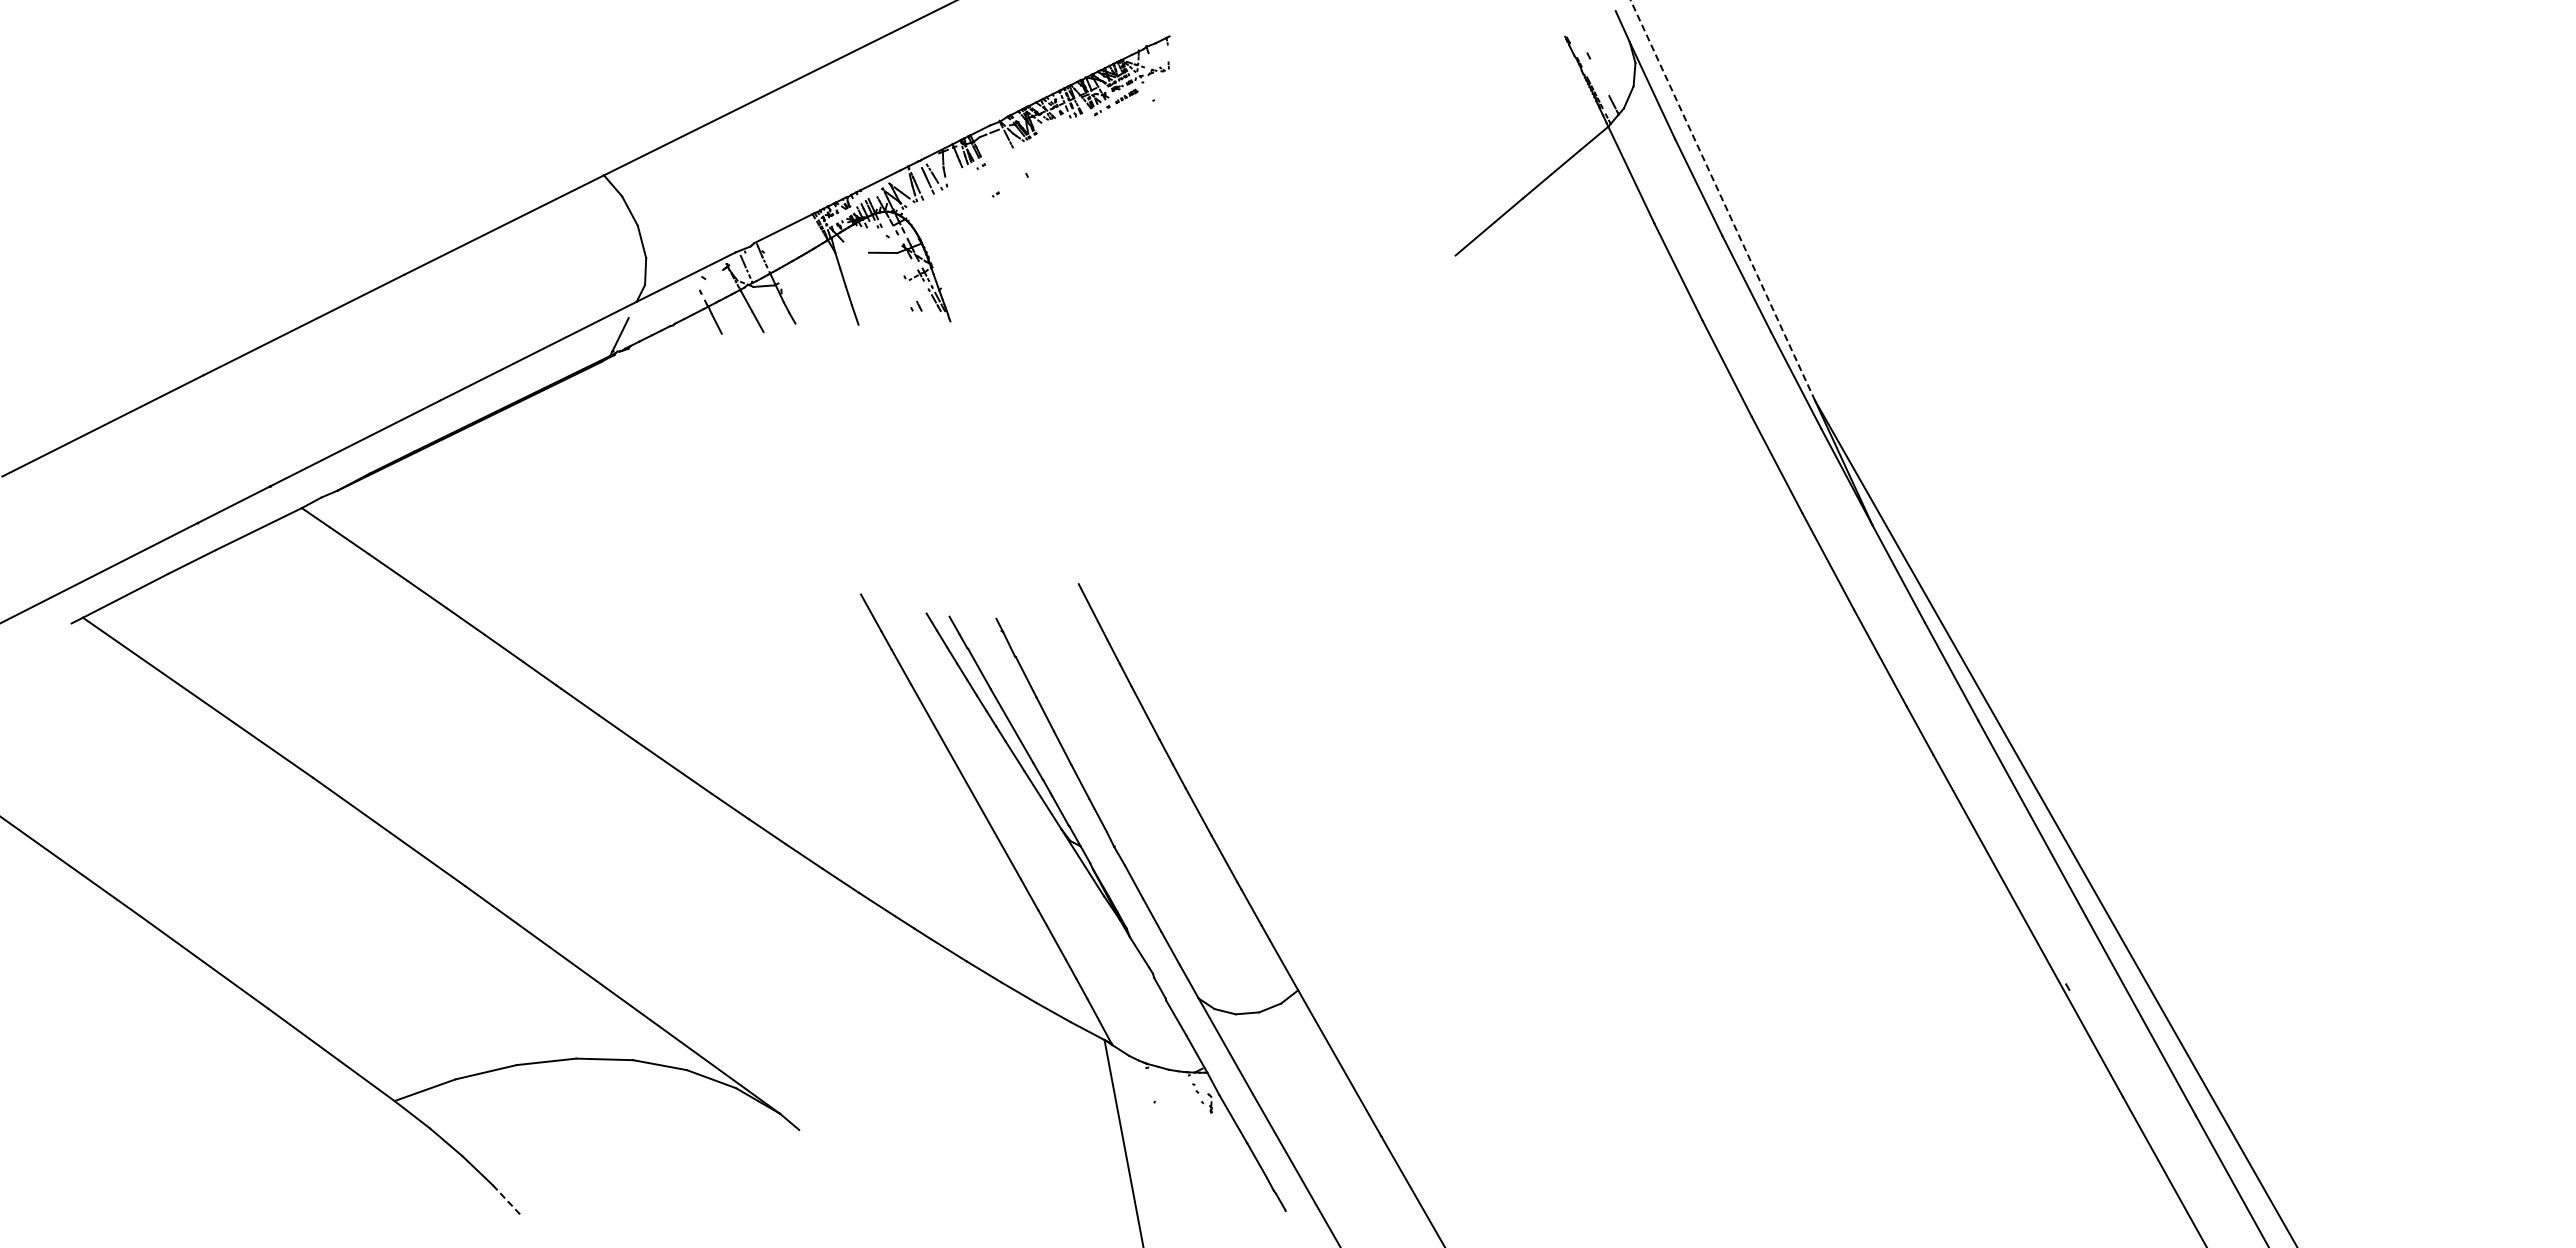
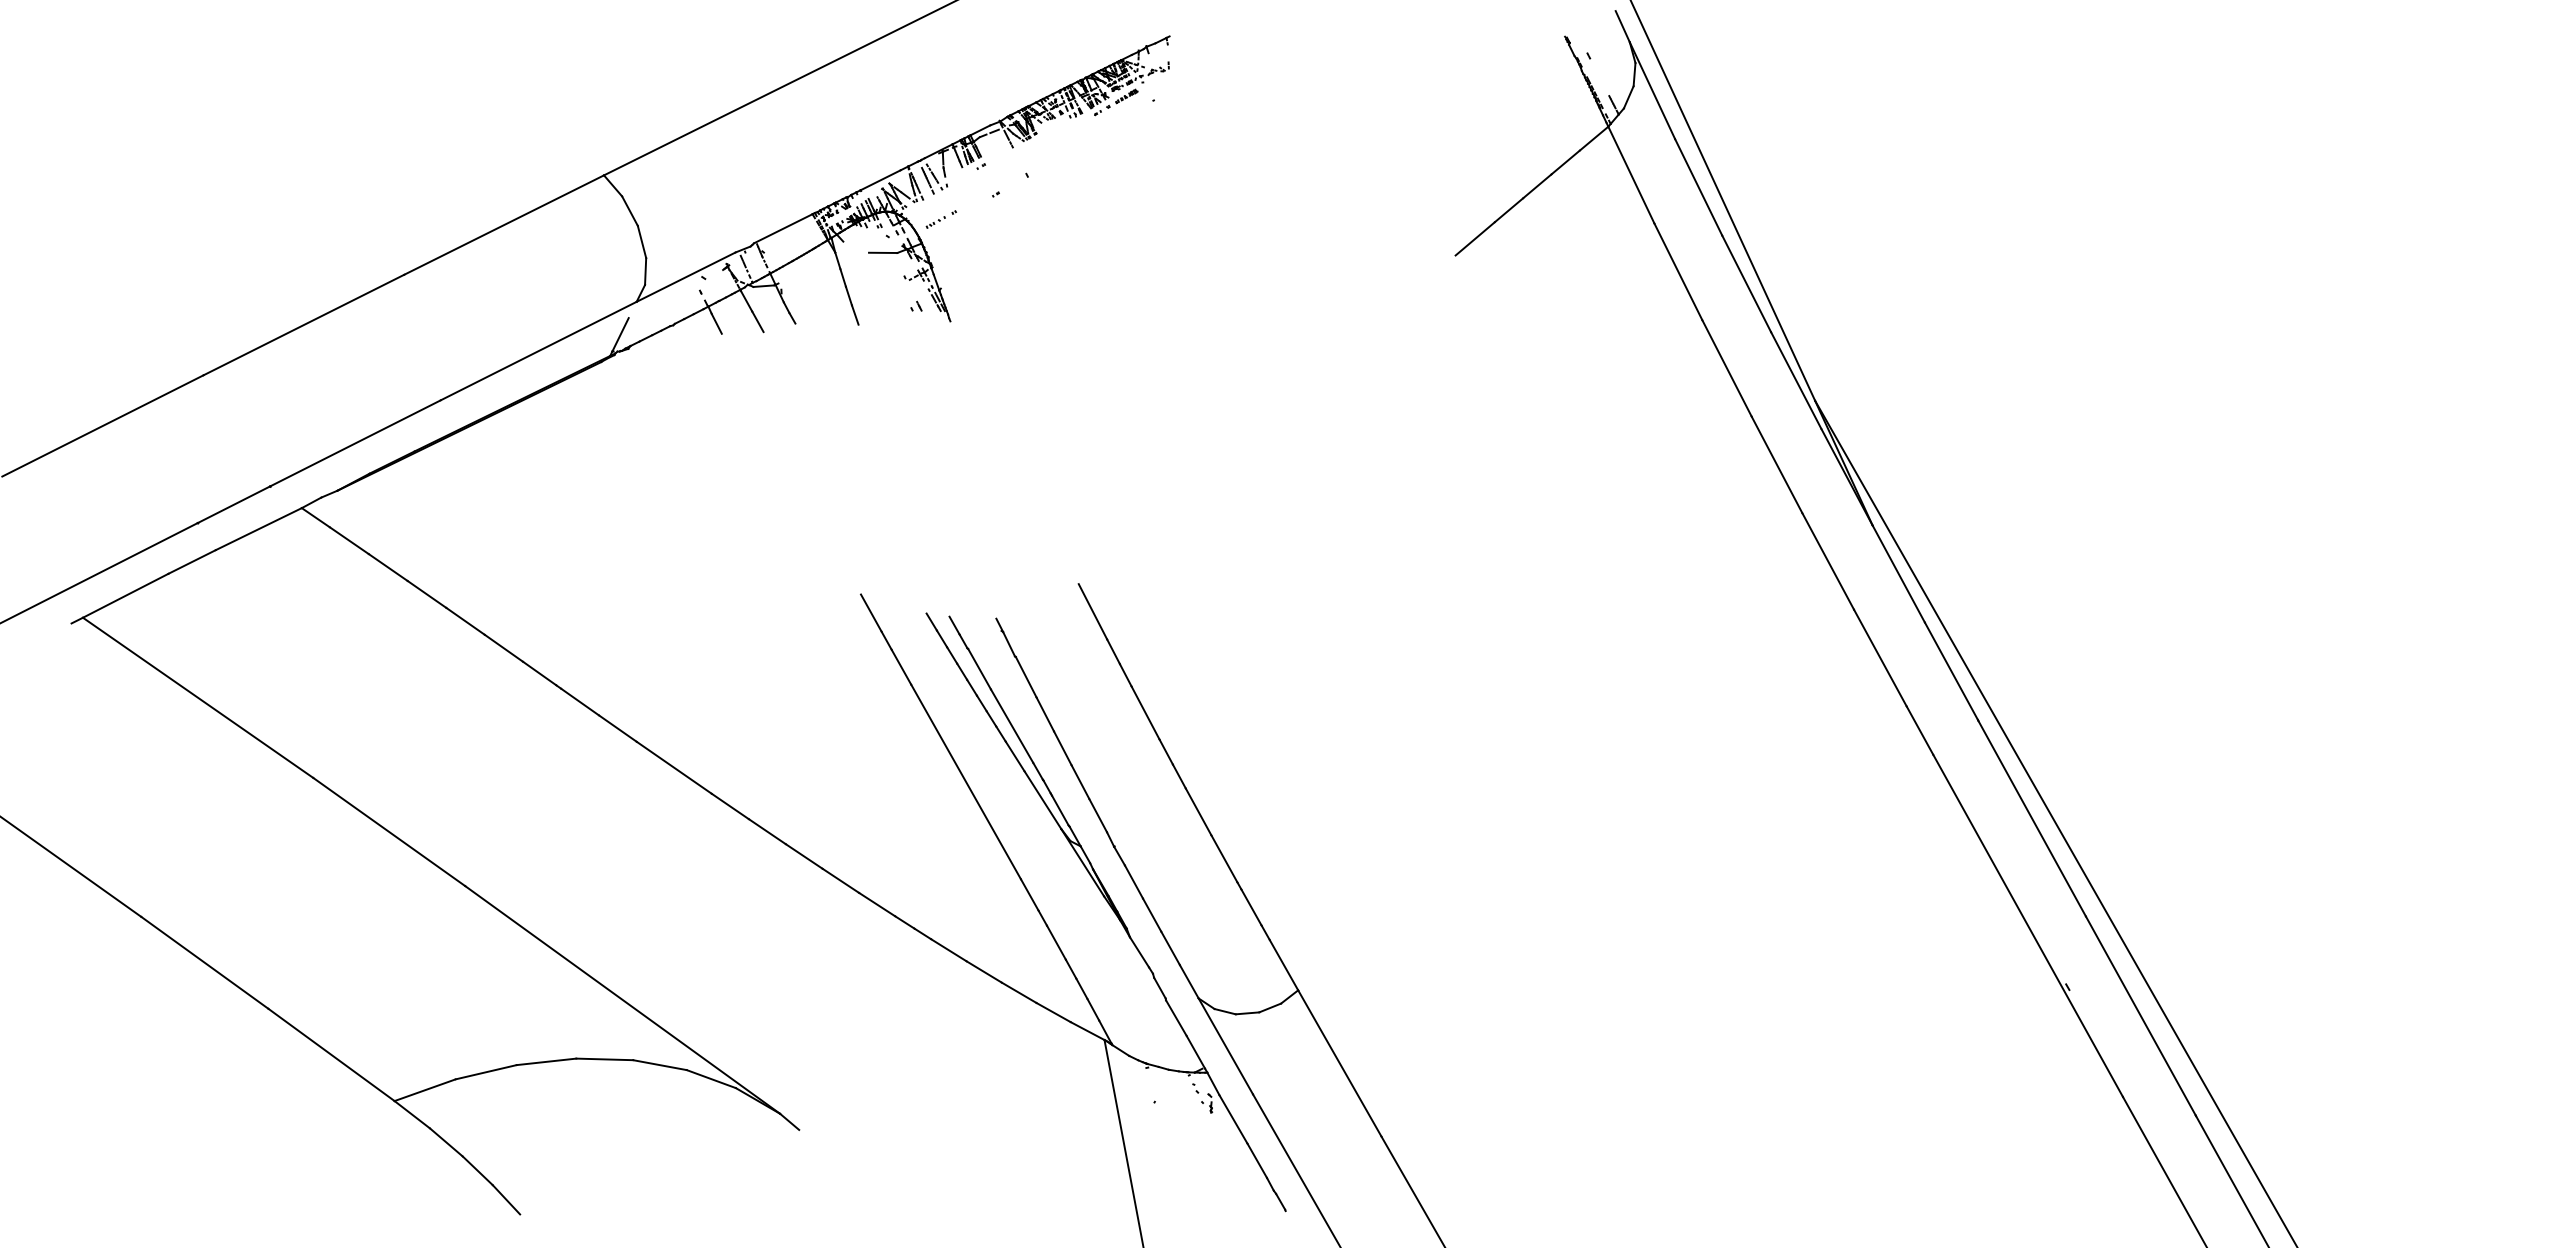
line at (1722, 200): dashed -> solid
part at (940, 219): none -> present
line at (506, 1199): dashed -> solid
